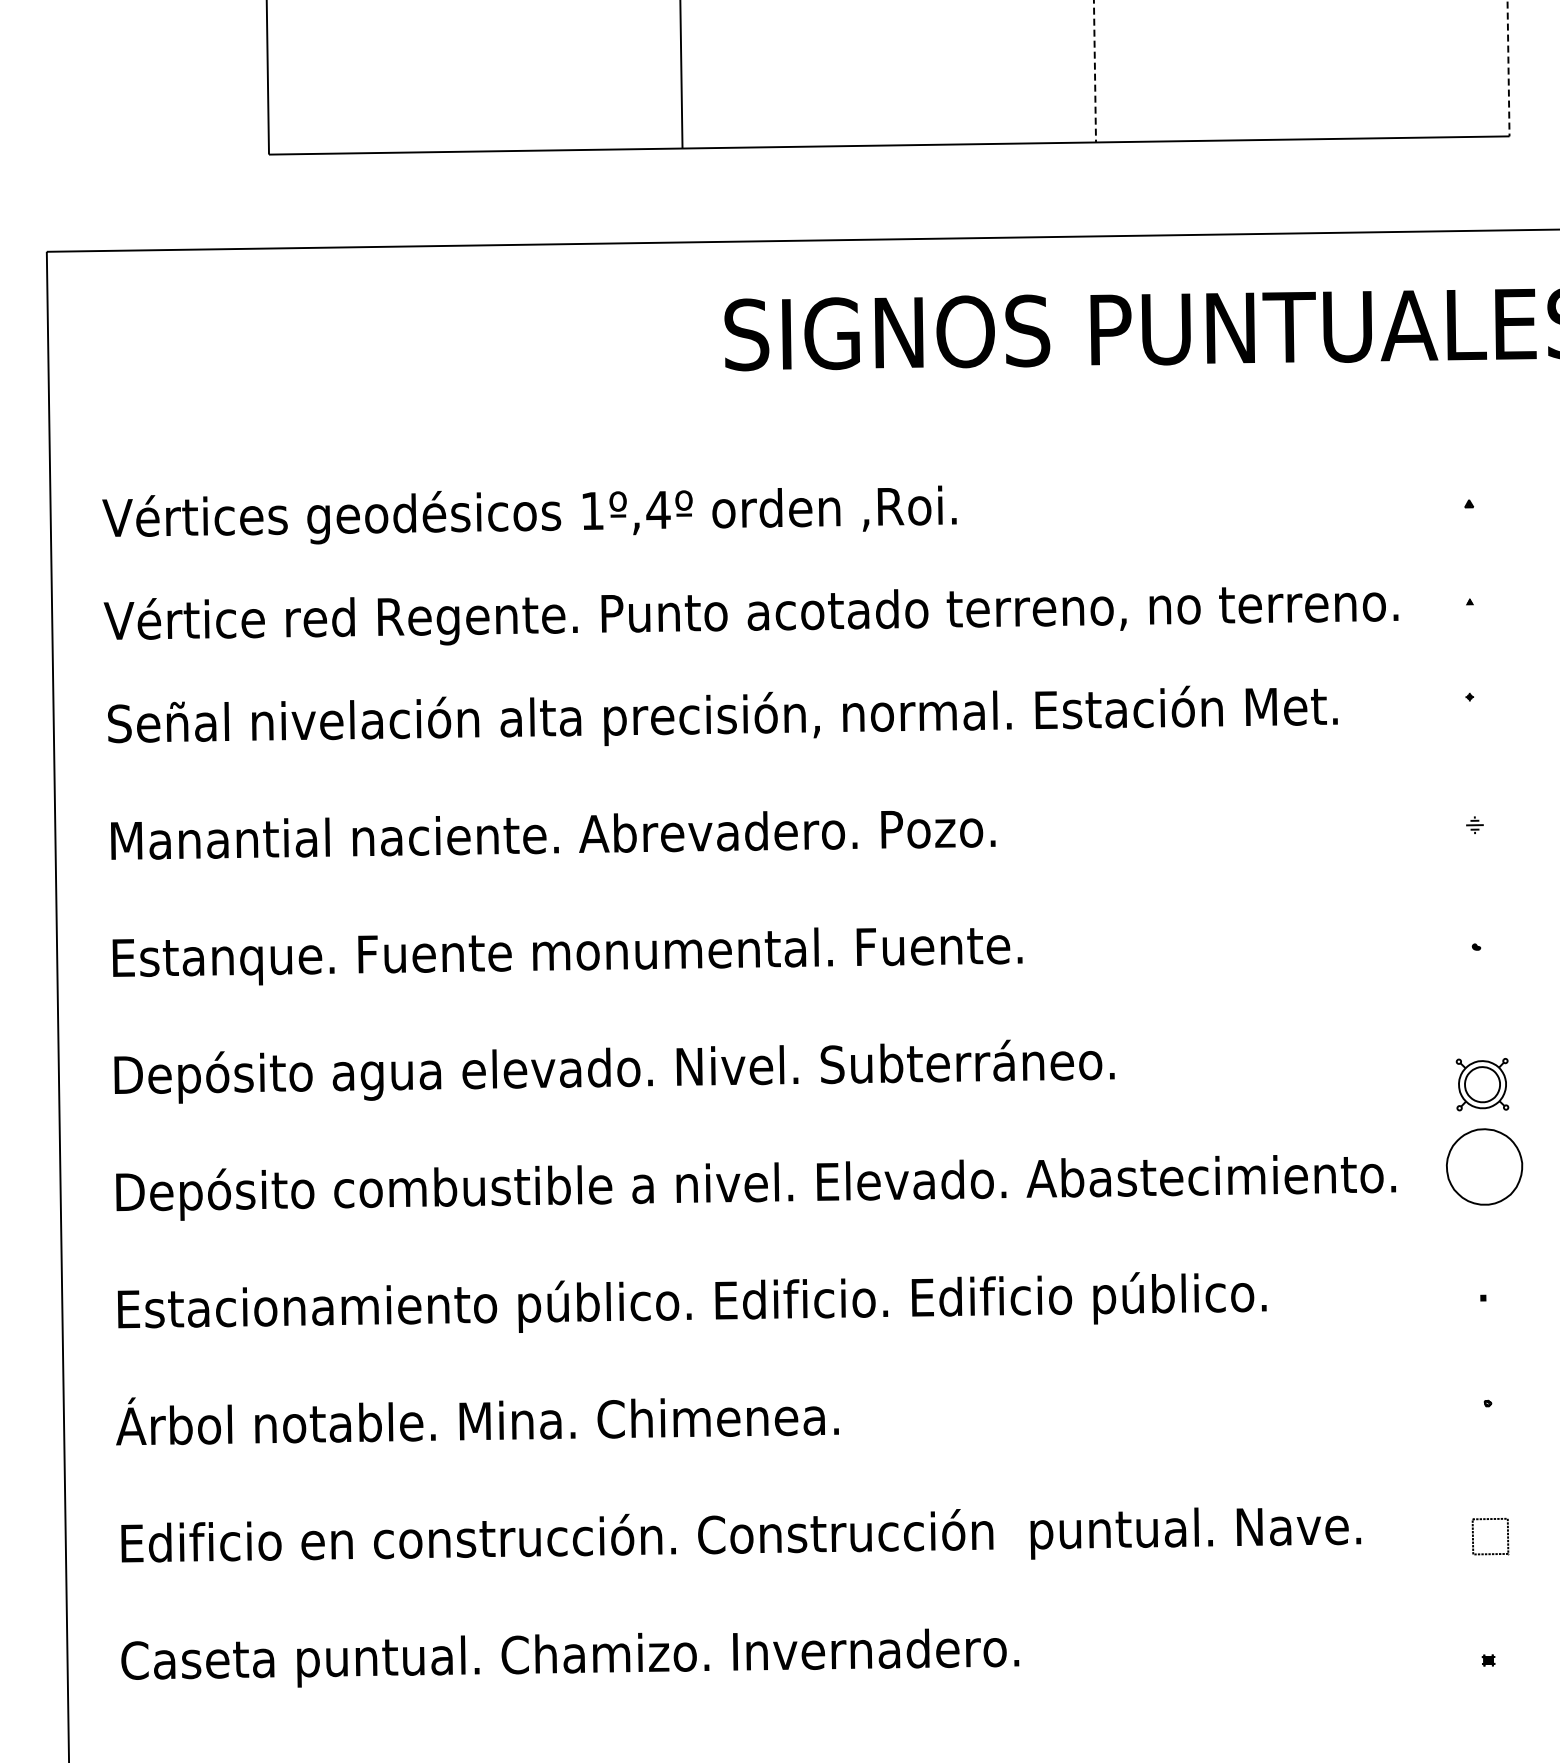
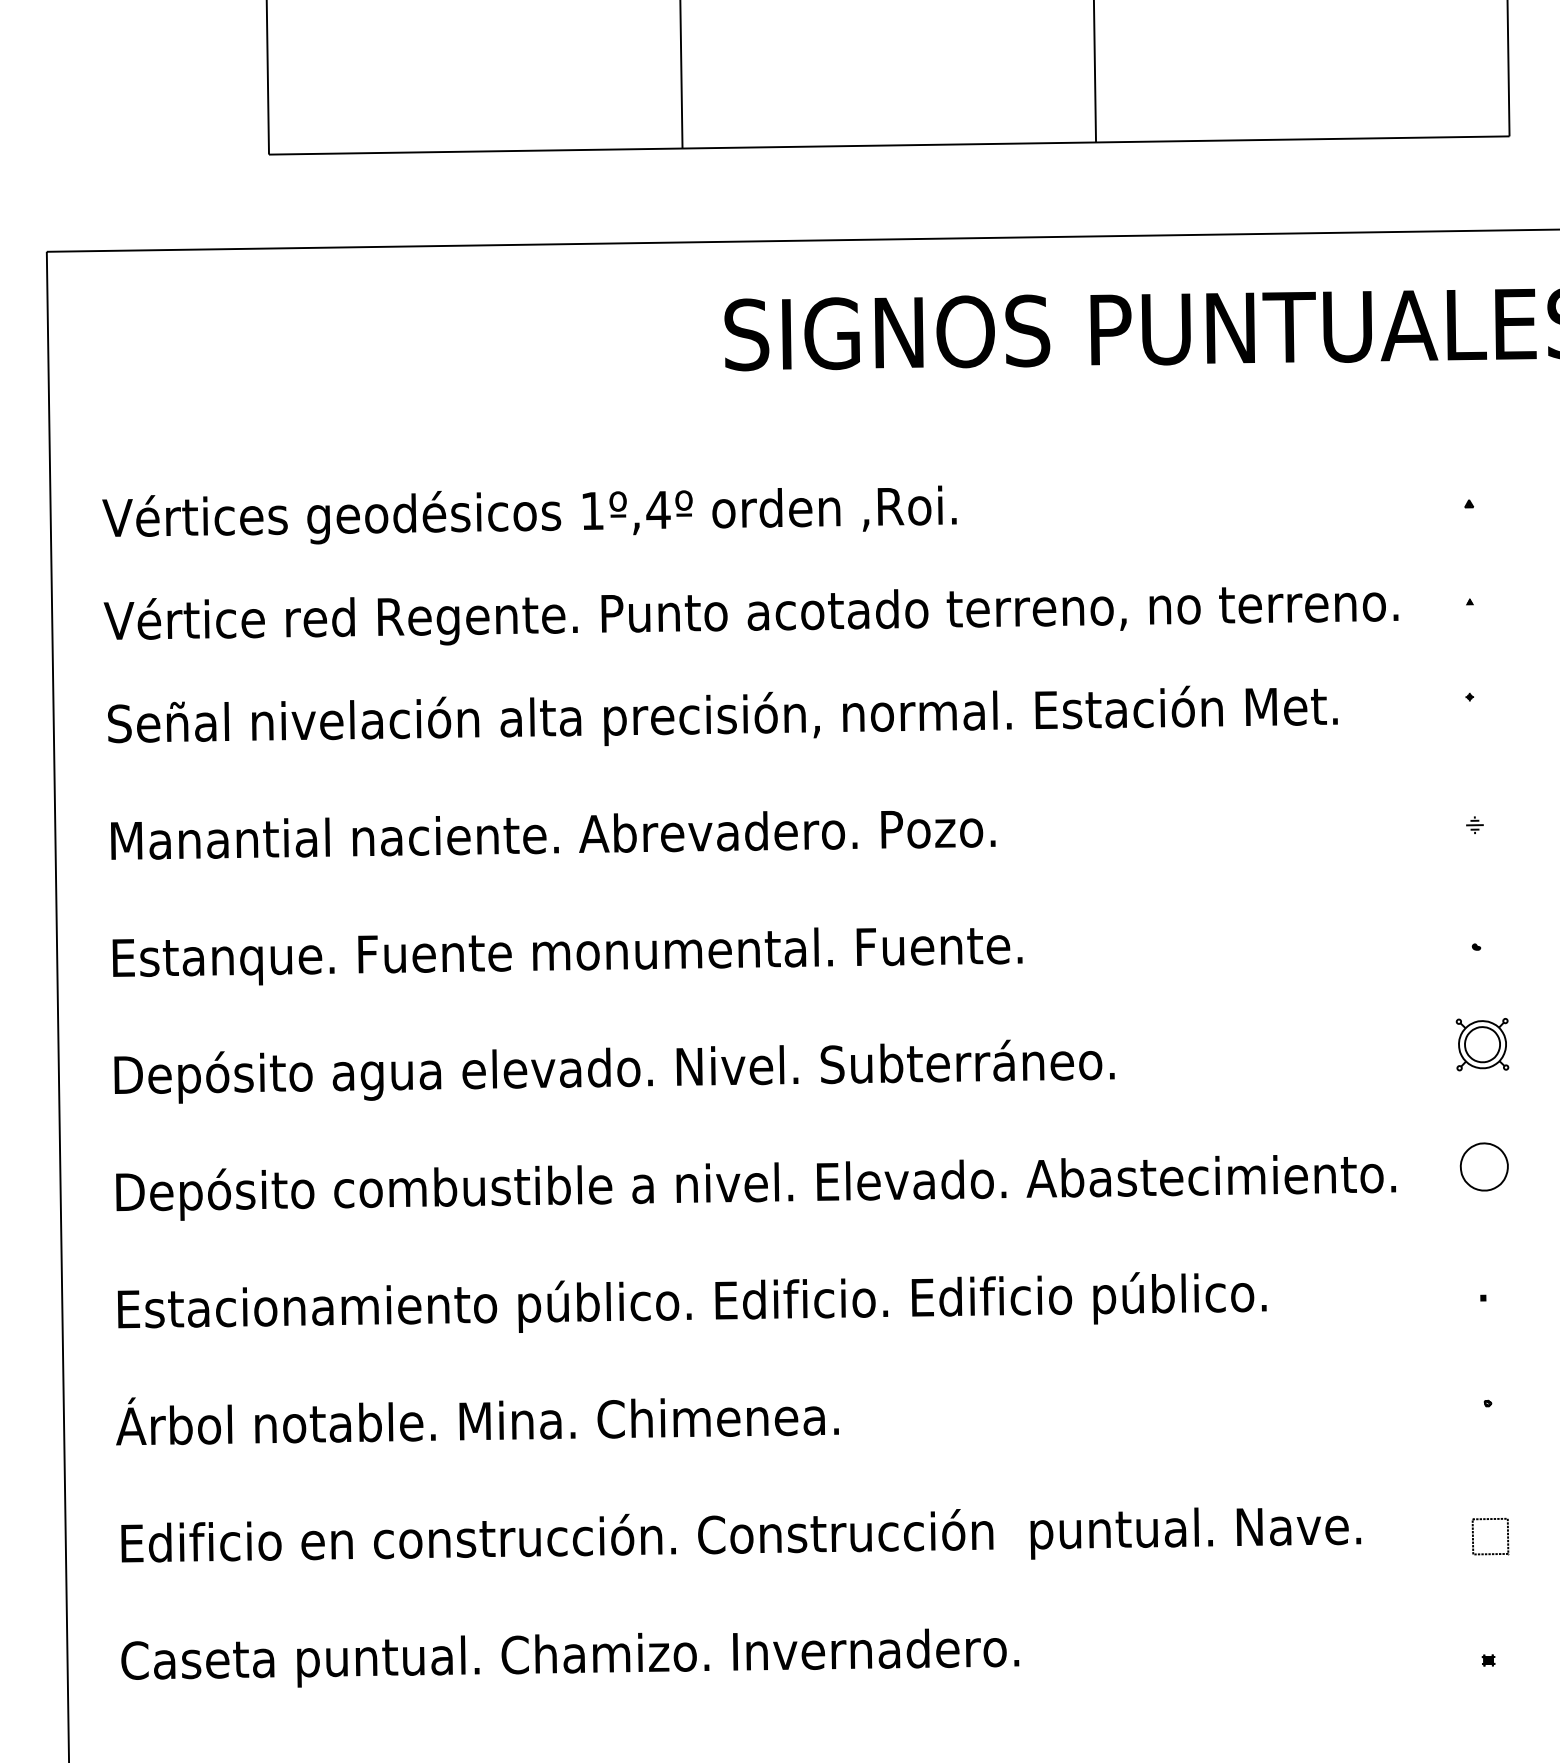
line at (1508, 68): dashed -> solid
line at (1094, 71): dashed -> solid
part at (1482, 1084) position: (1482, 1084) -> (1482, 1044)
part at (1484, 1166) size: 78x78 px -> 50x50 px
